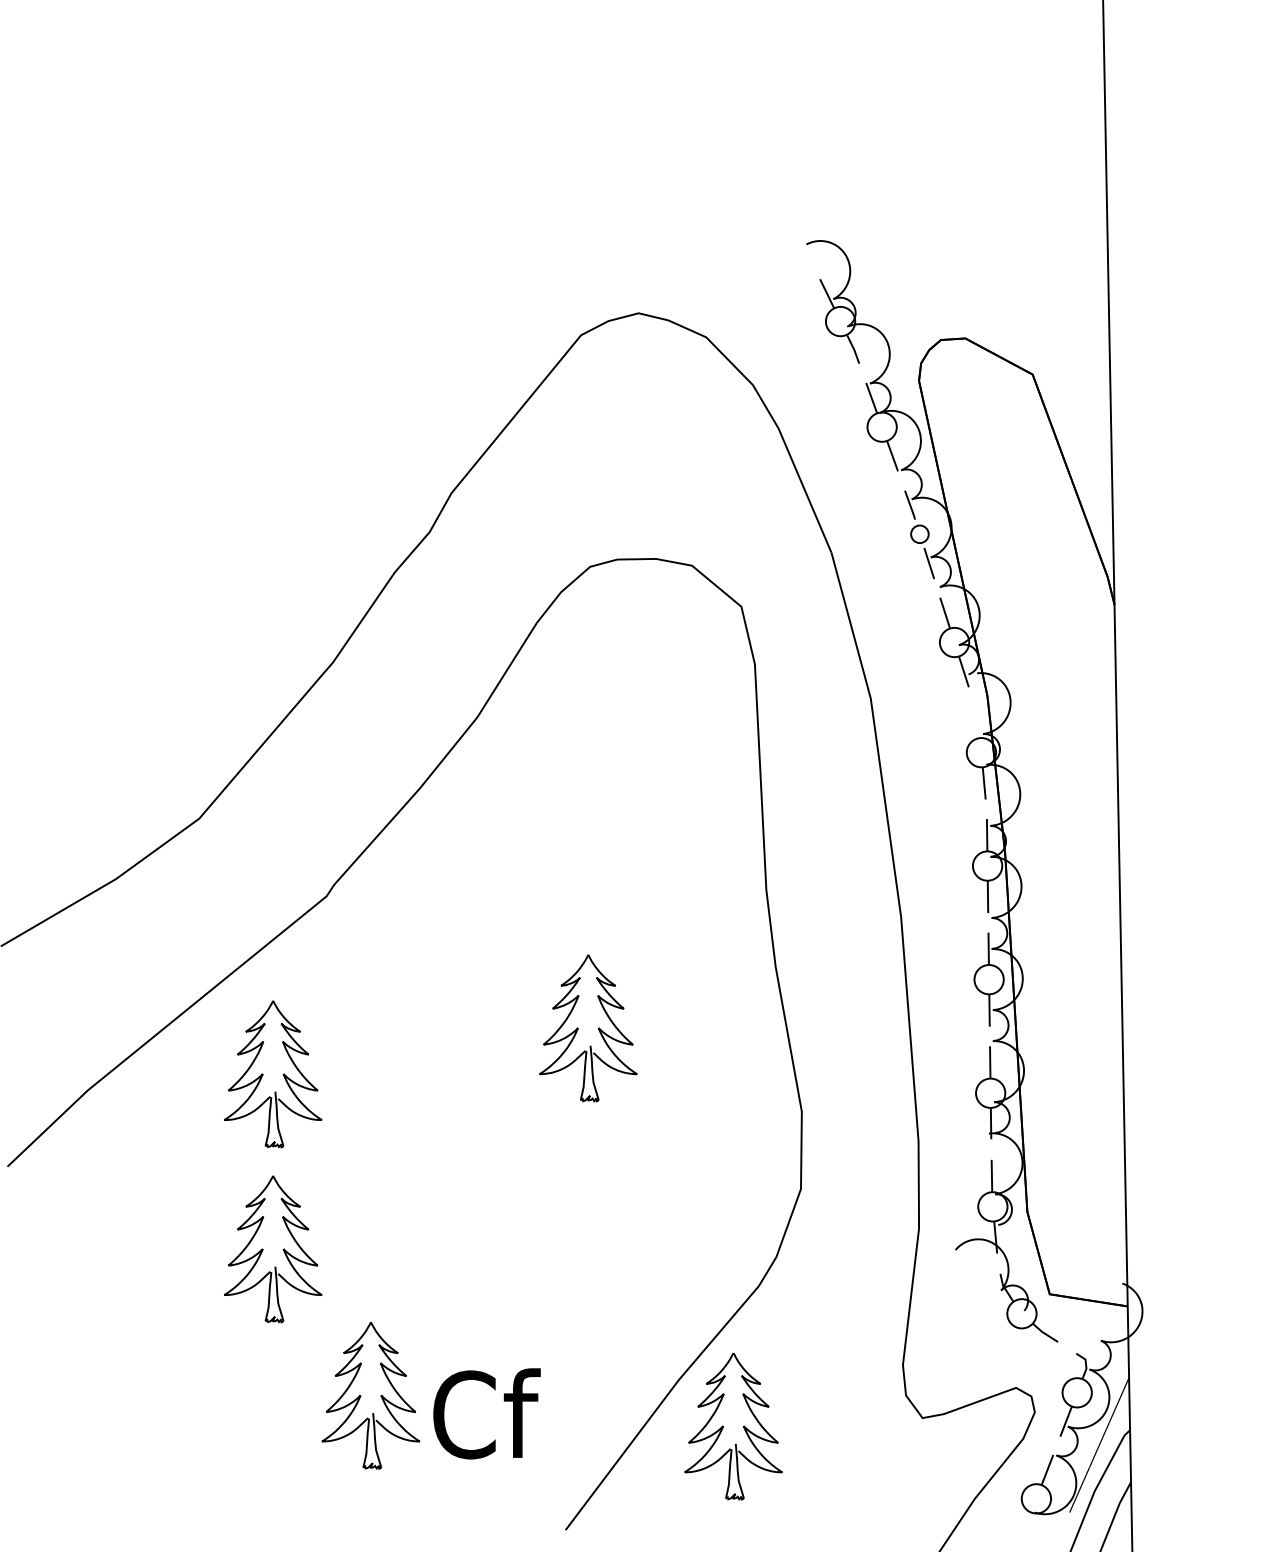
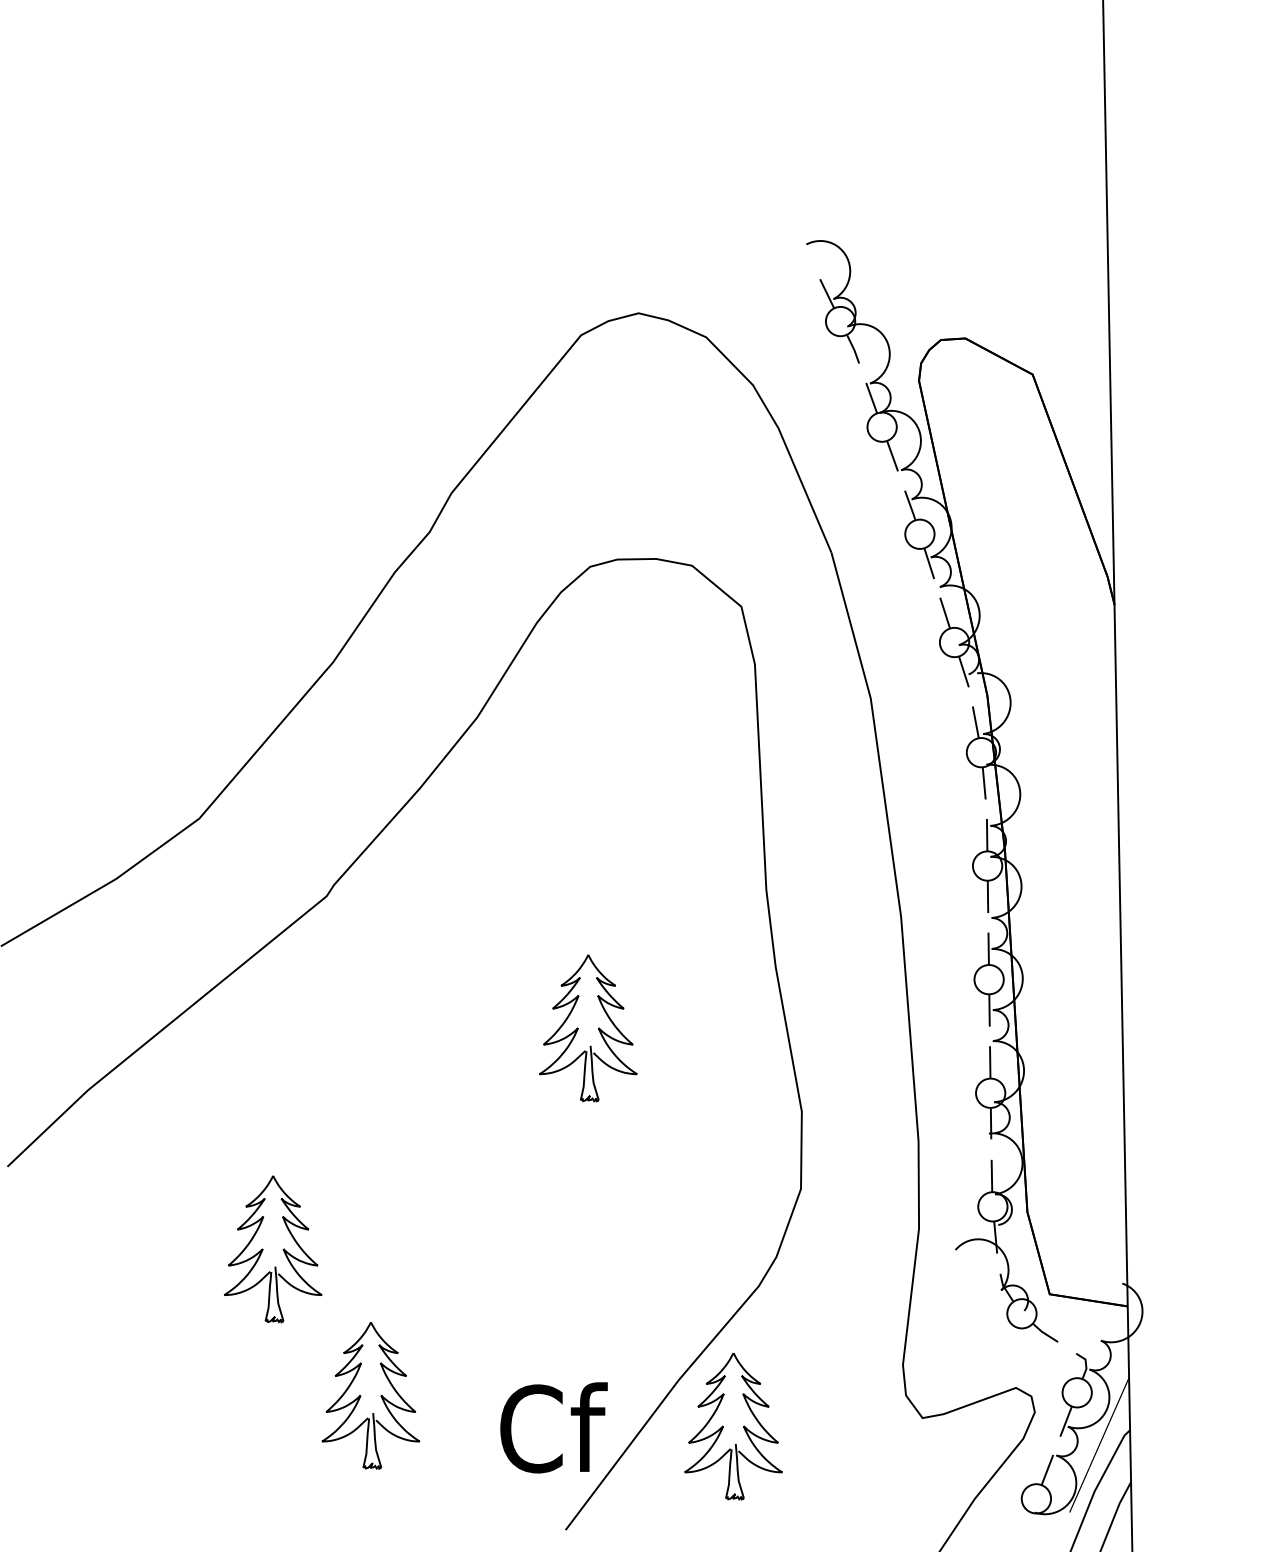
circle at (919, 534) diameter: 18 px -> 29 px
line at (975, 722): none -> present
part at (273, 1074): present -> none
text at (486, 1413) position: (486, 1413) -> (553, 1427)
